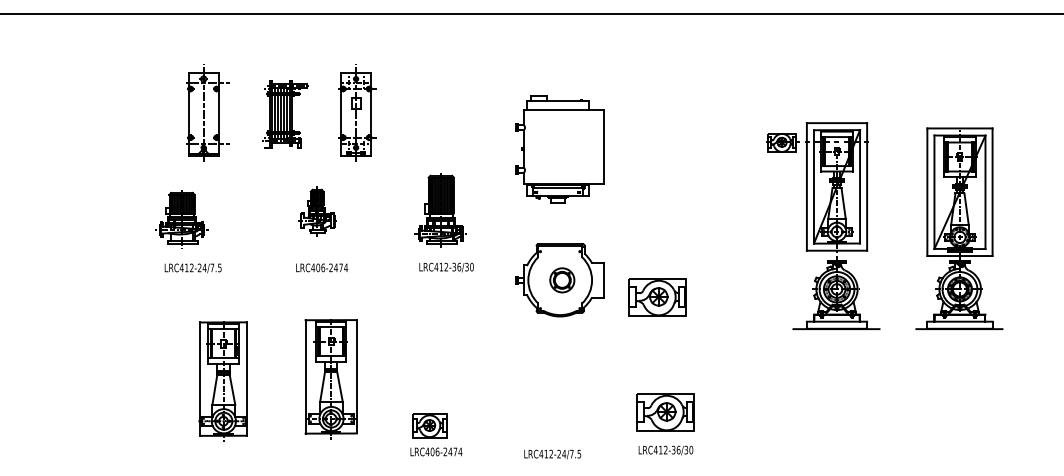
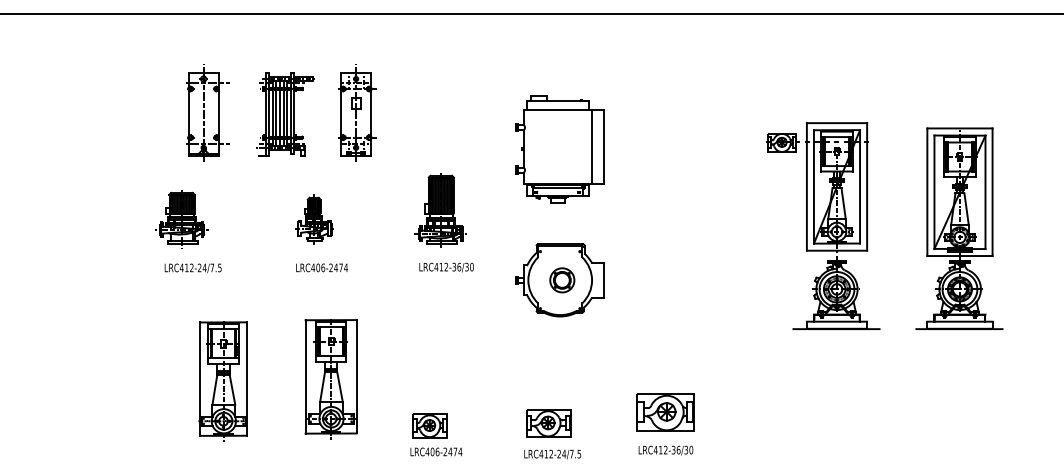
part at (285, 114) size: 47x69 px -> 59x85 px
line at (591, 146): none -> present
part at (317, 211) position: (317, 211) -> (314, 219)
part at (657, 297): present -> none
part at (548, 423): none -> present
